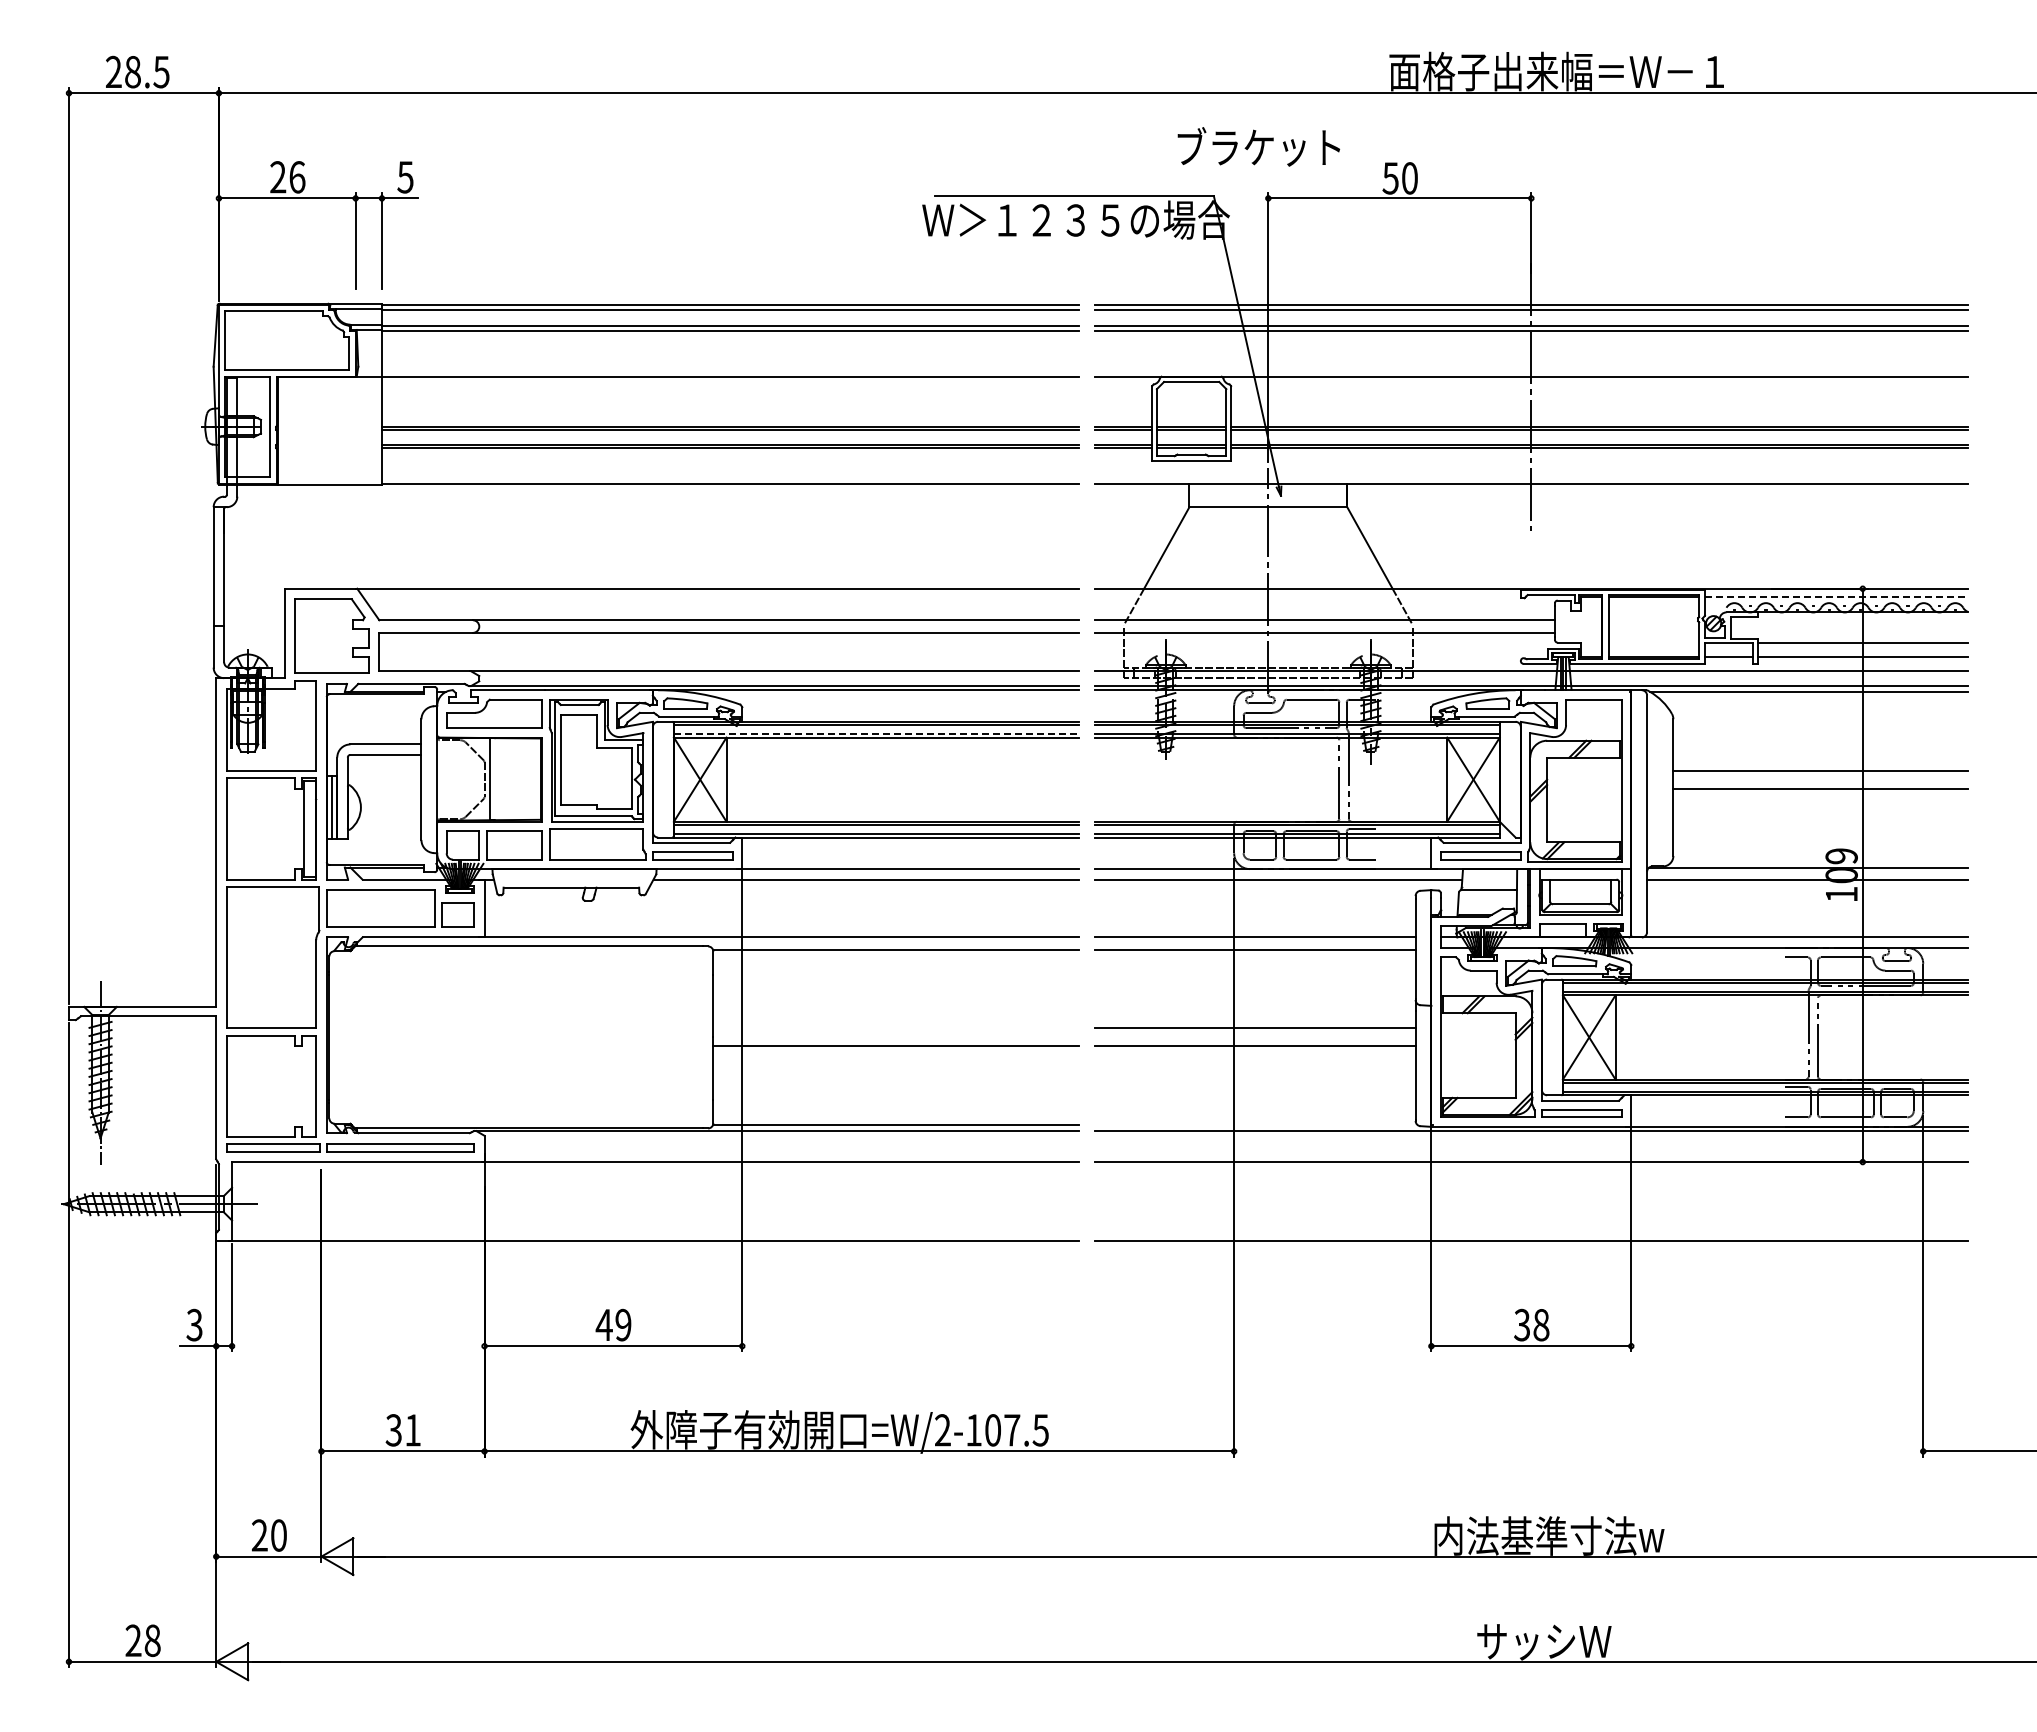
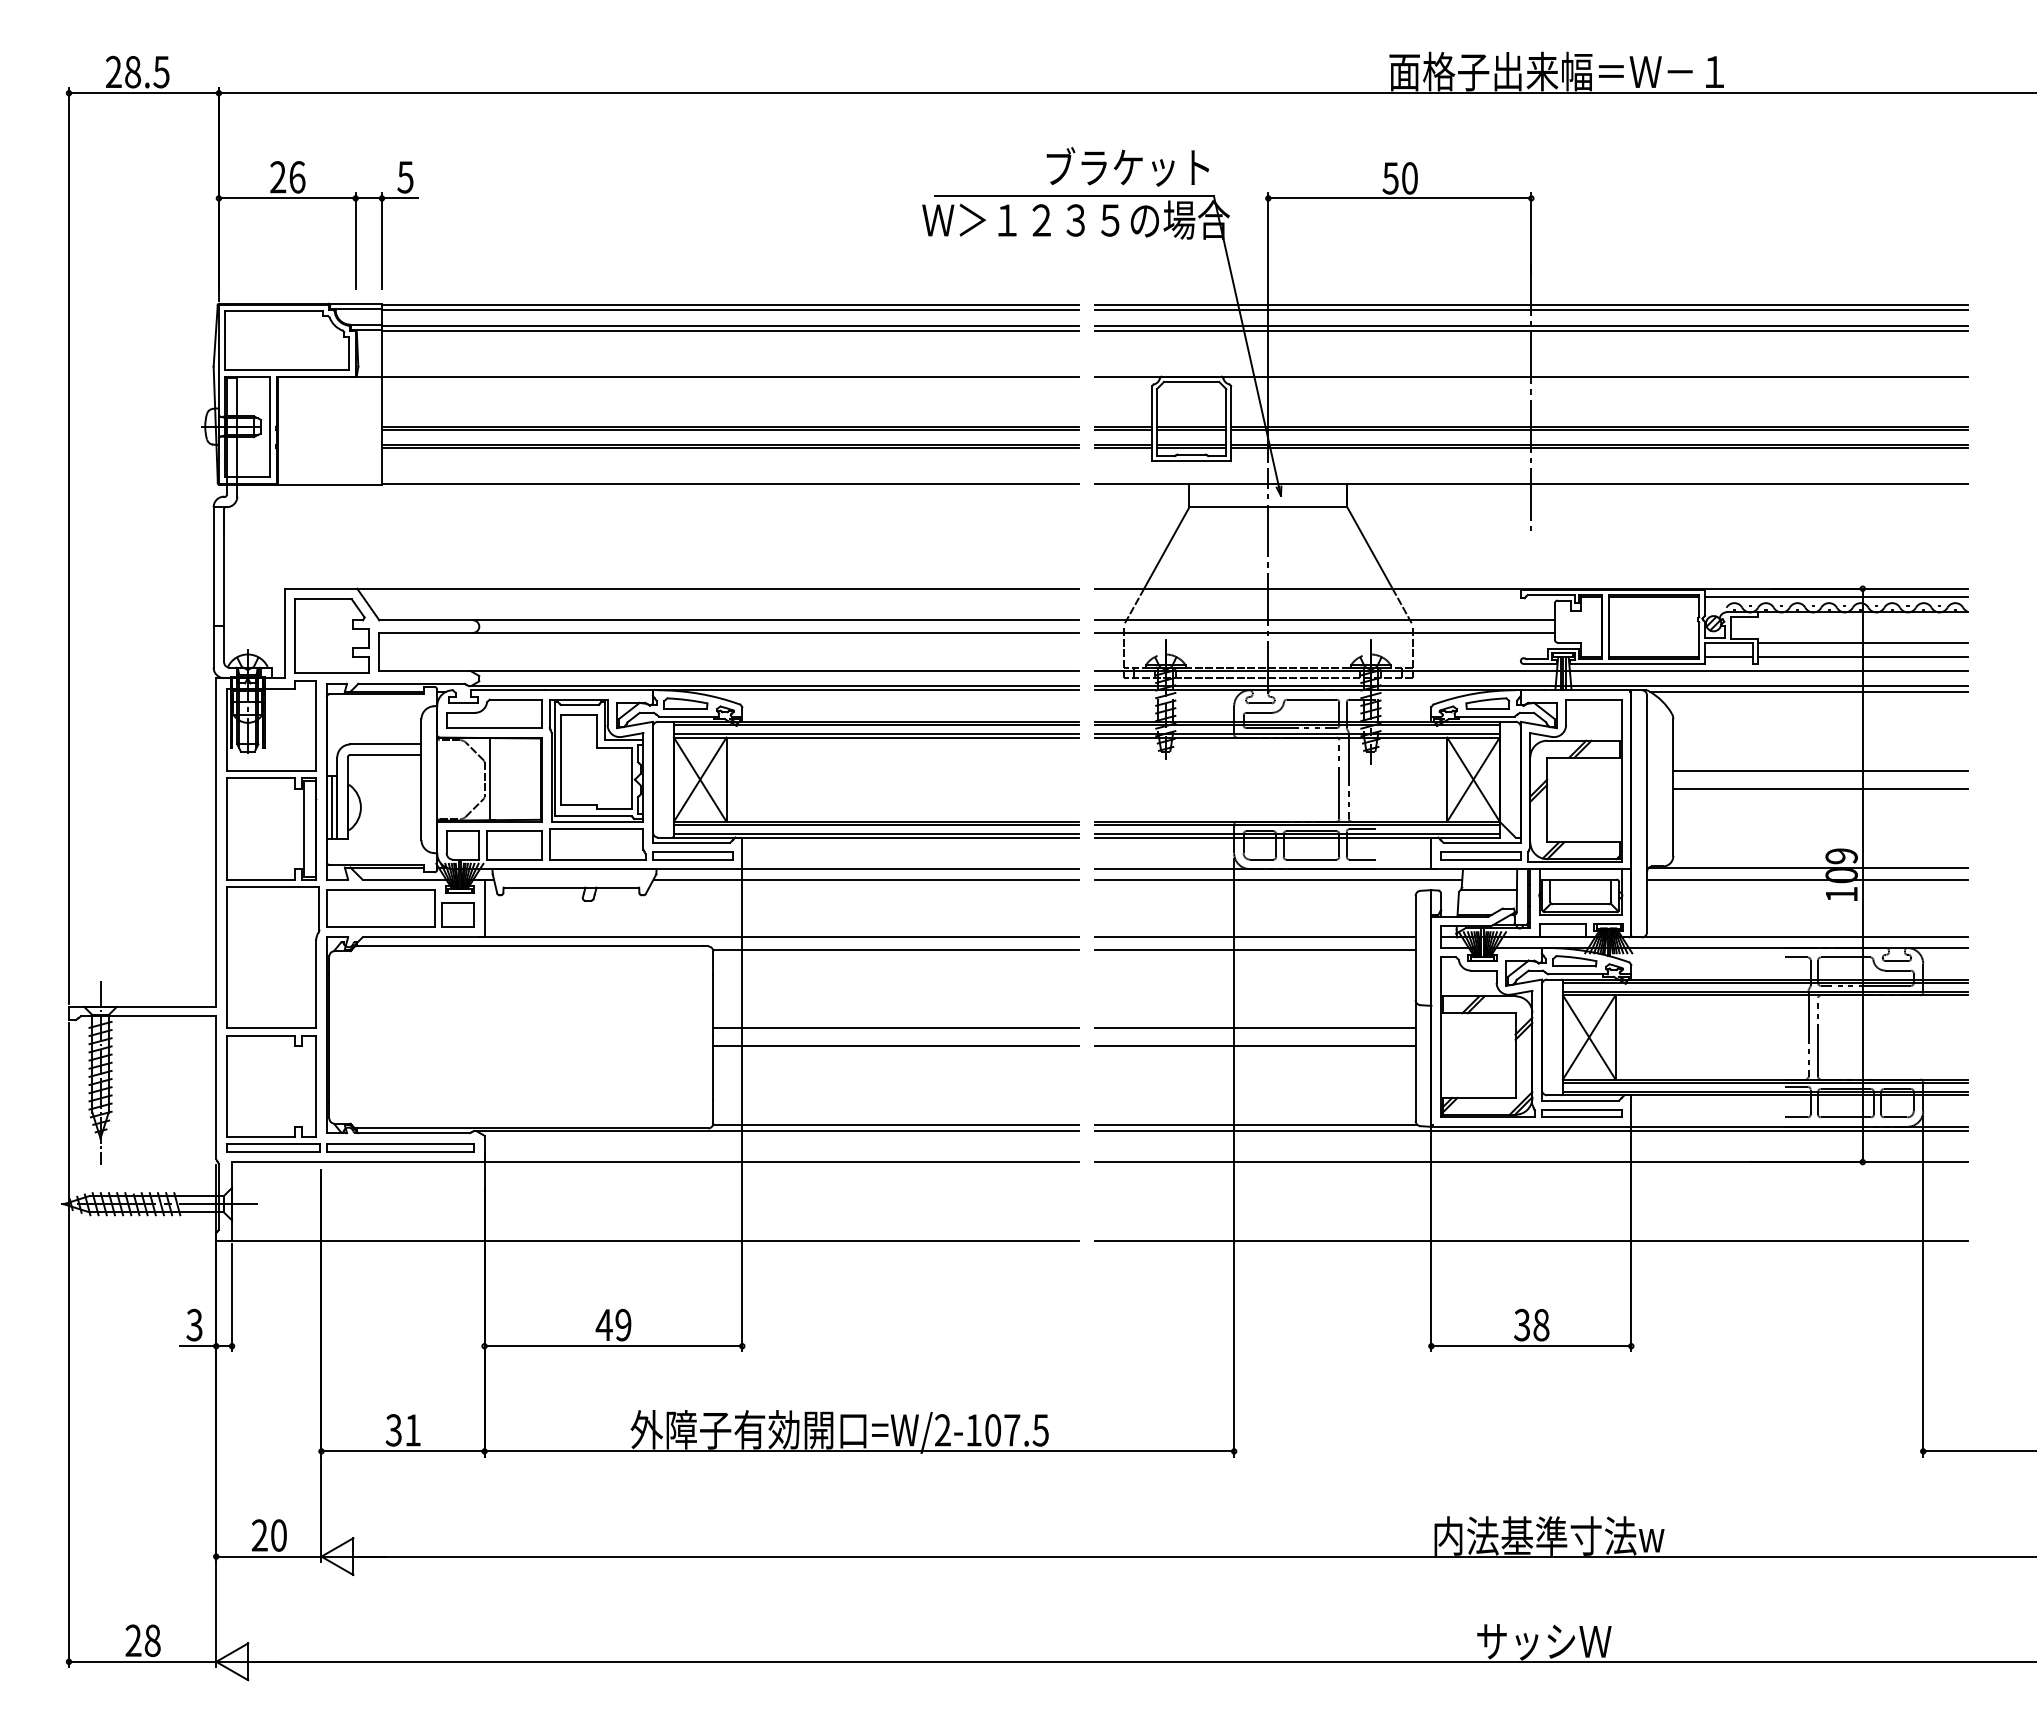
text at (1258, 146) position: (1258, 146) -> (1127, 166)
line at (1836, 596): dashed -> solid
line at (876, 733): dashed -> solid
line at (895, 1028): none -> present
line at (1255, 1125): none -> present
